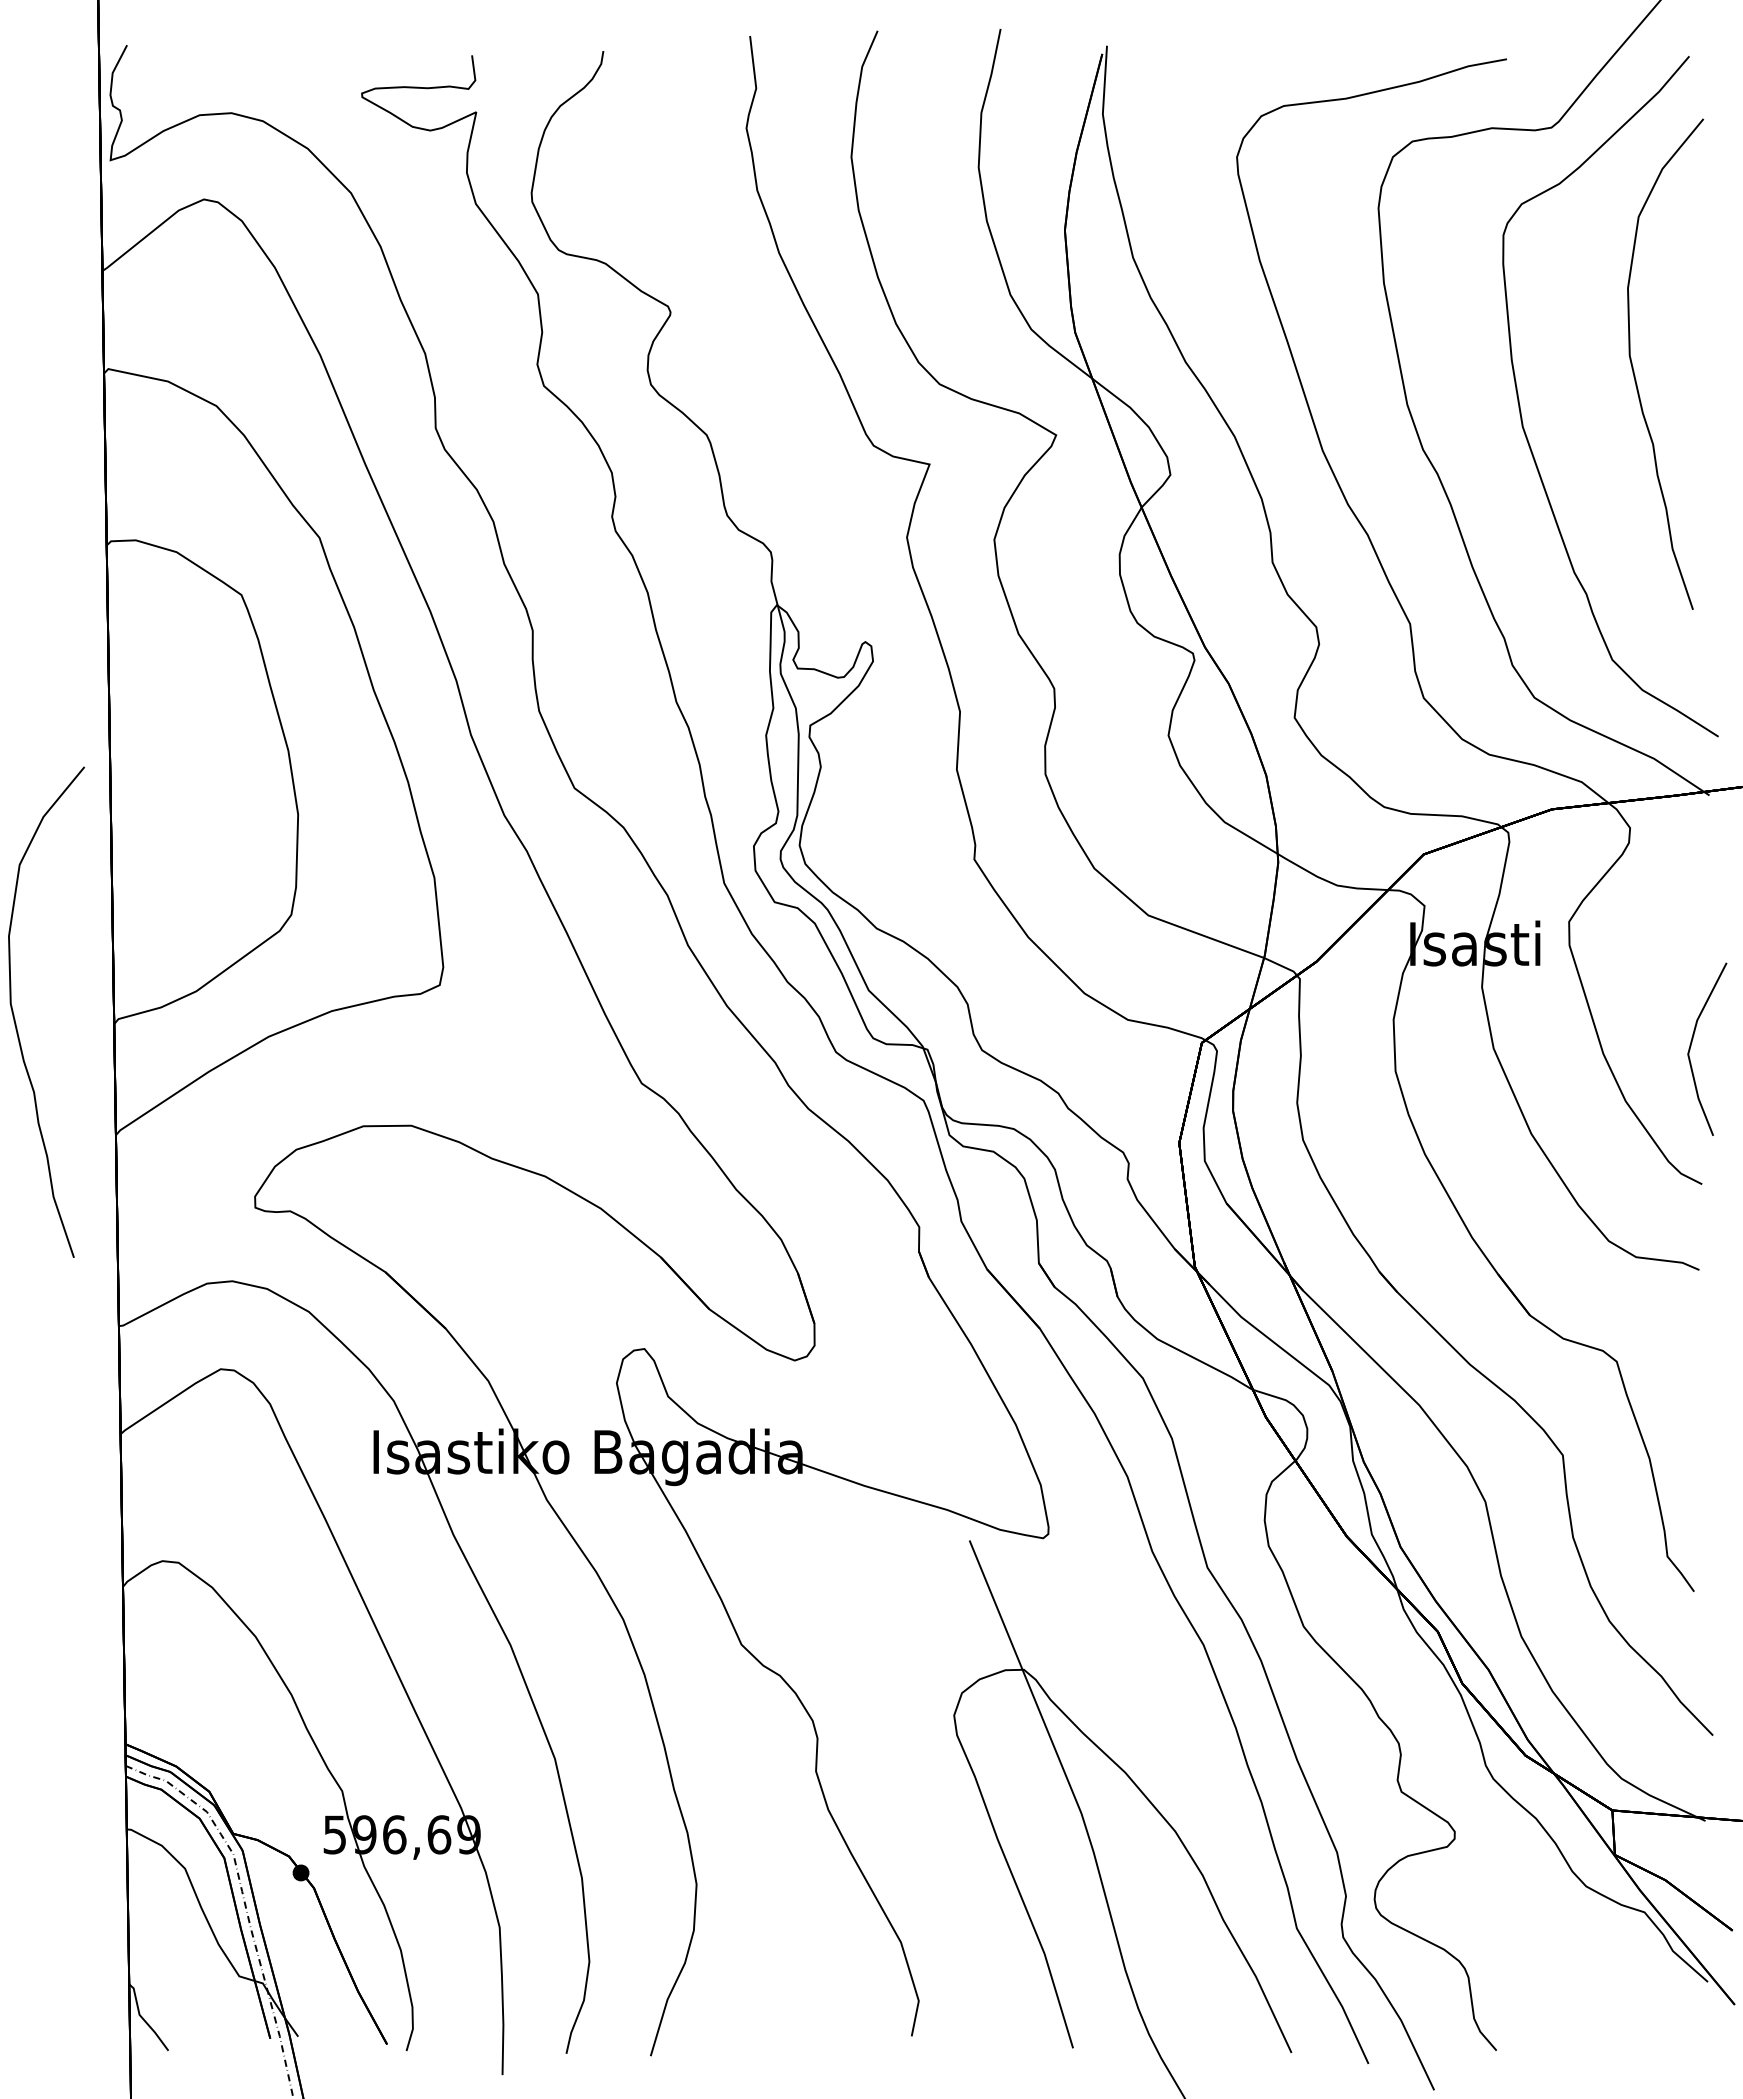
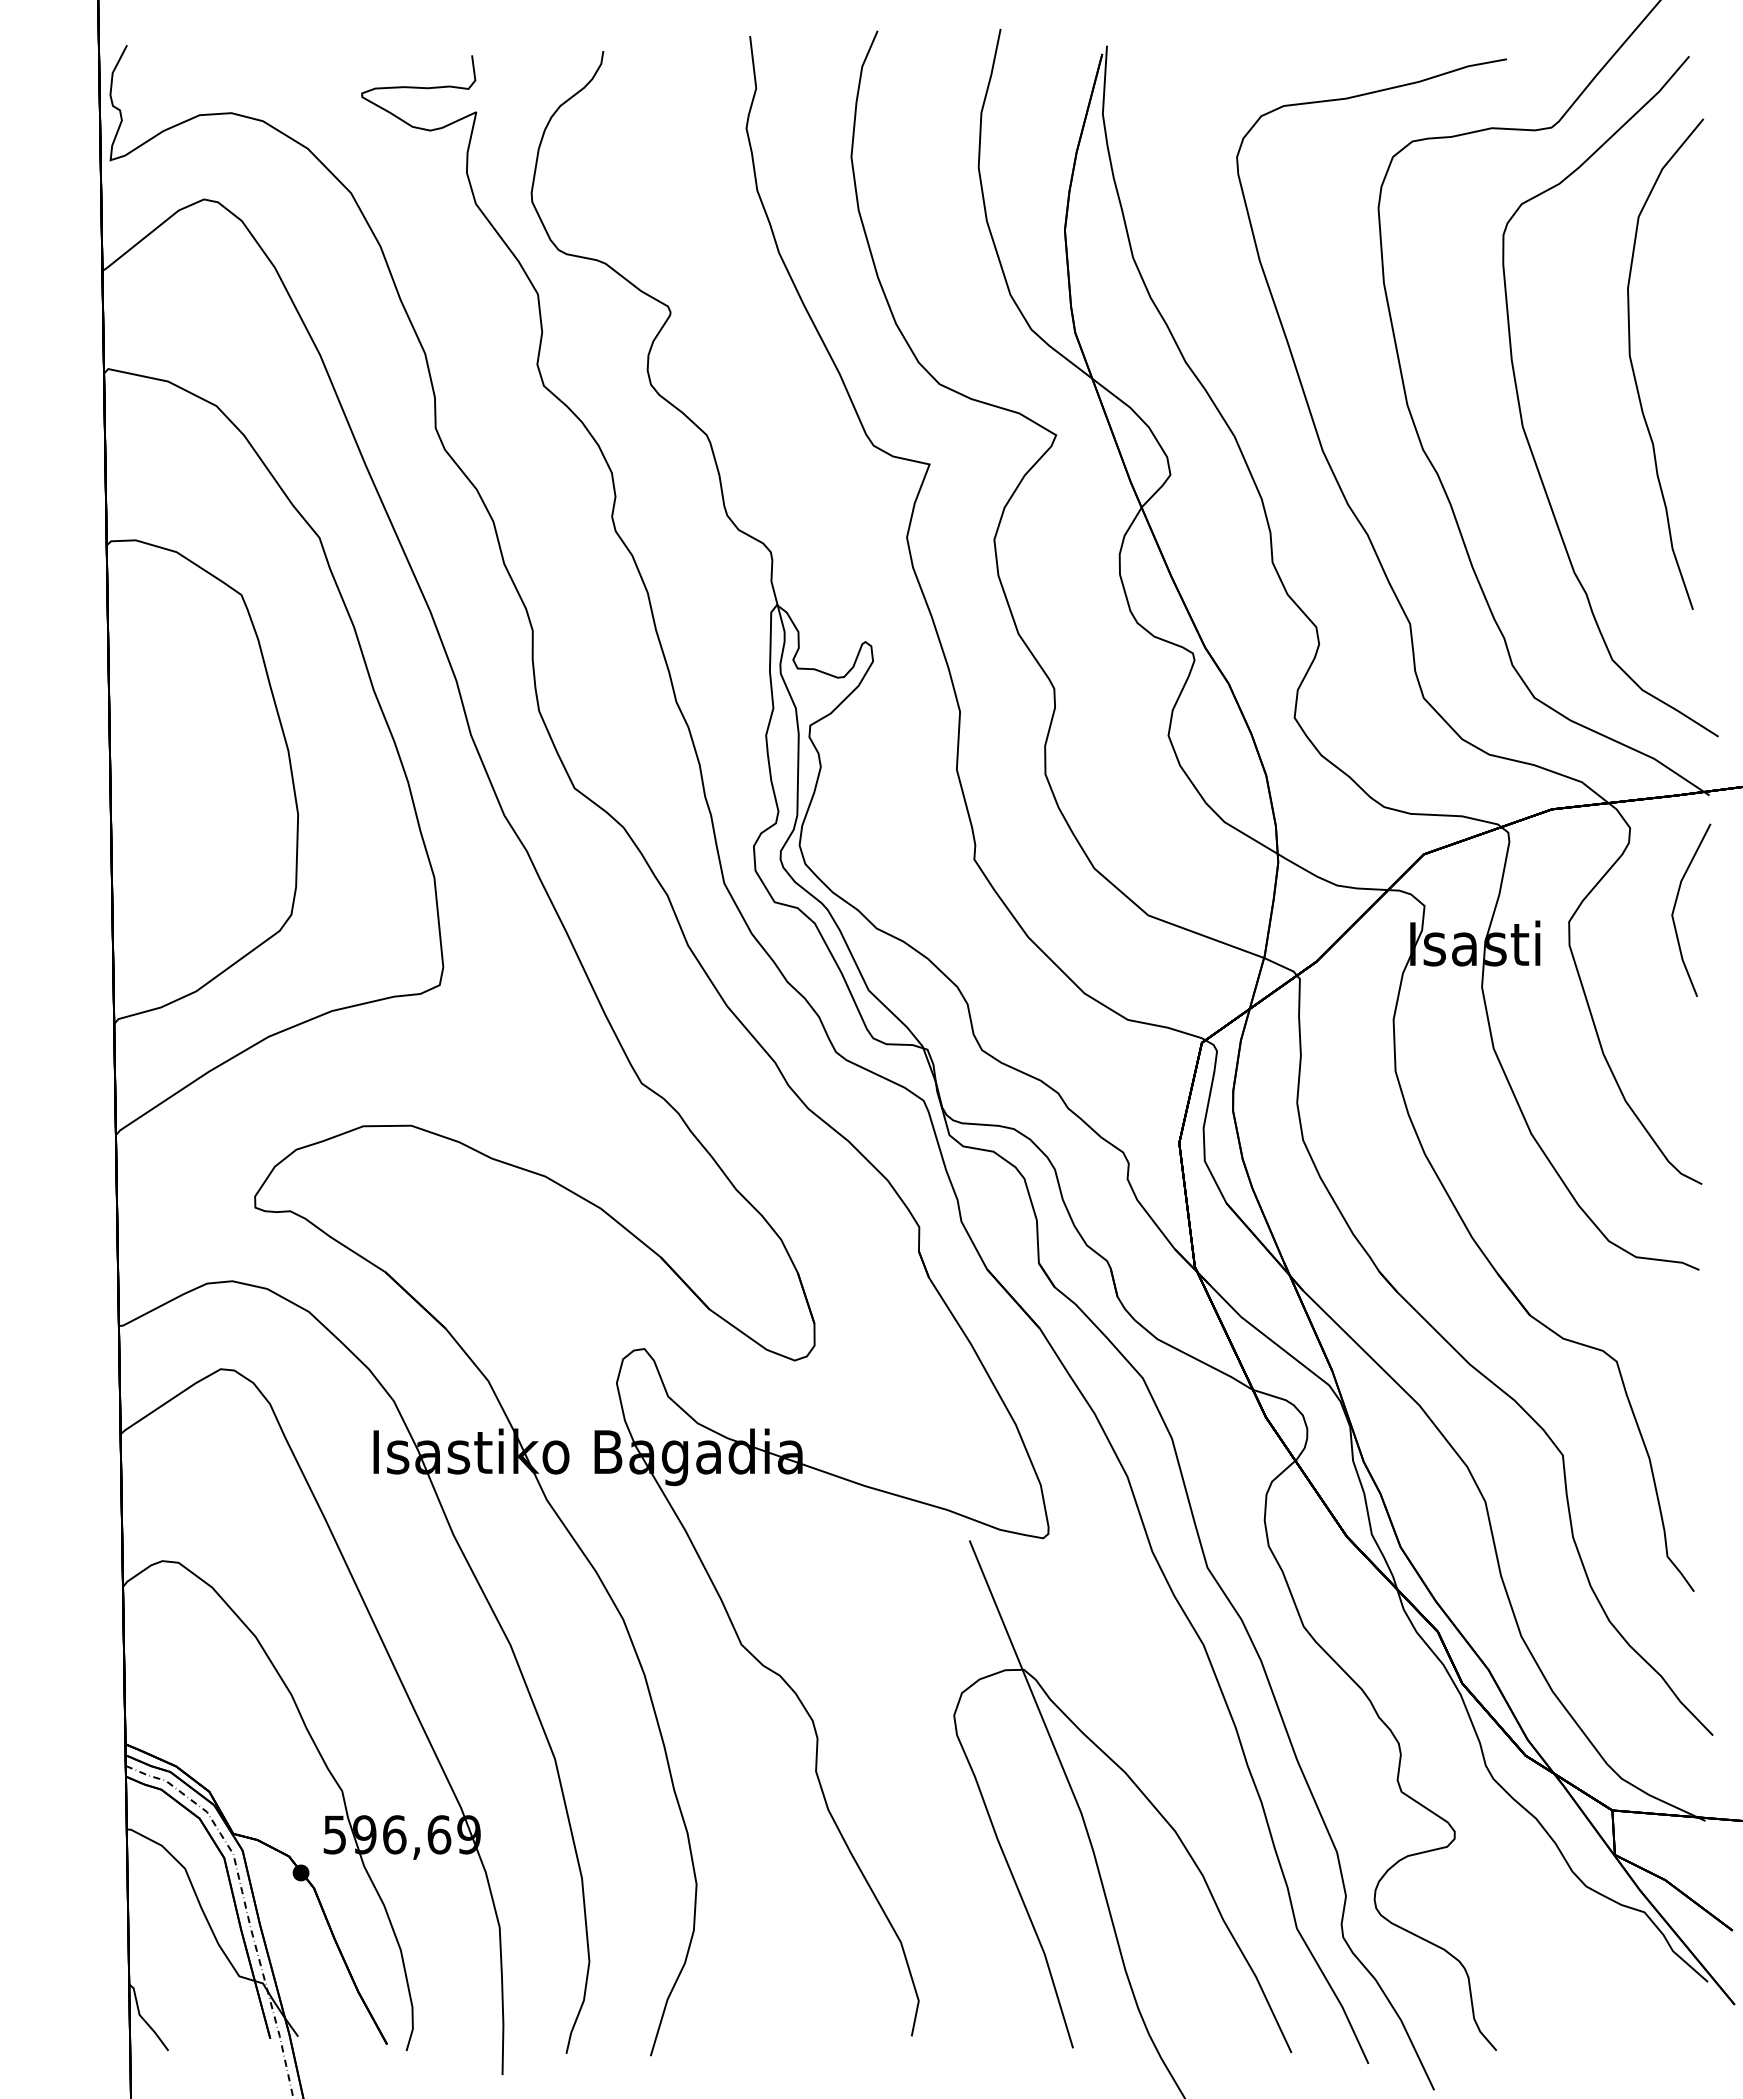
curve at (15, 1019): present -> none
line at (1691, 1046) position: (1691, 1046) -> (1675, 907)
